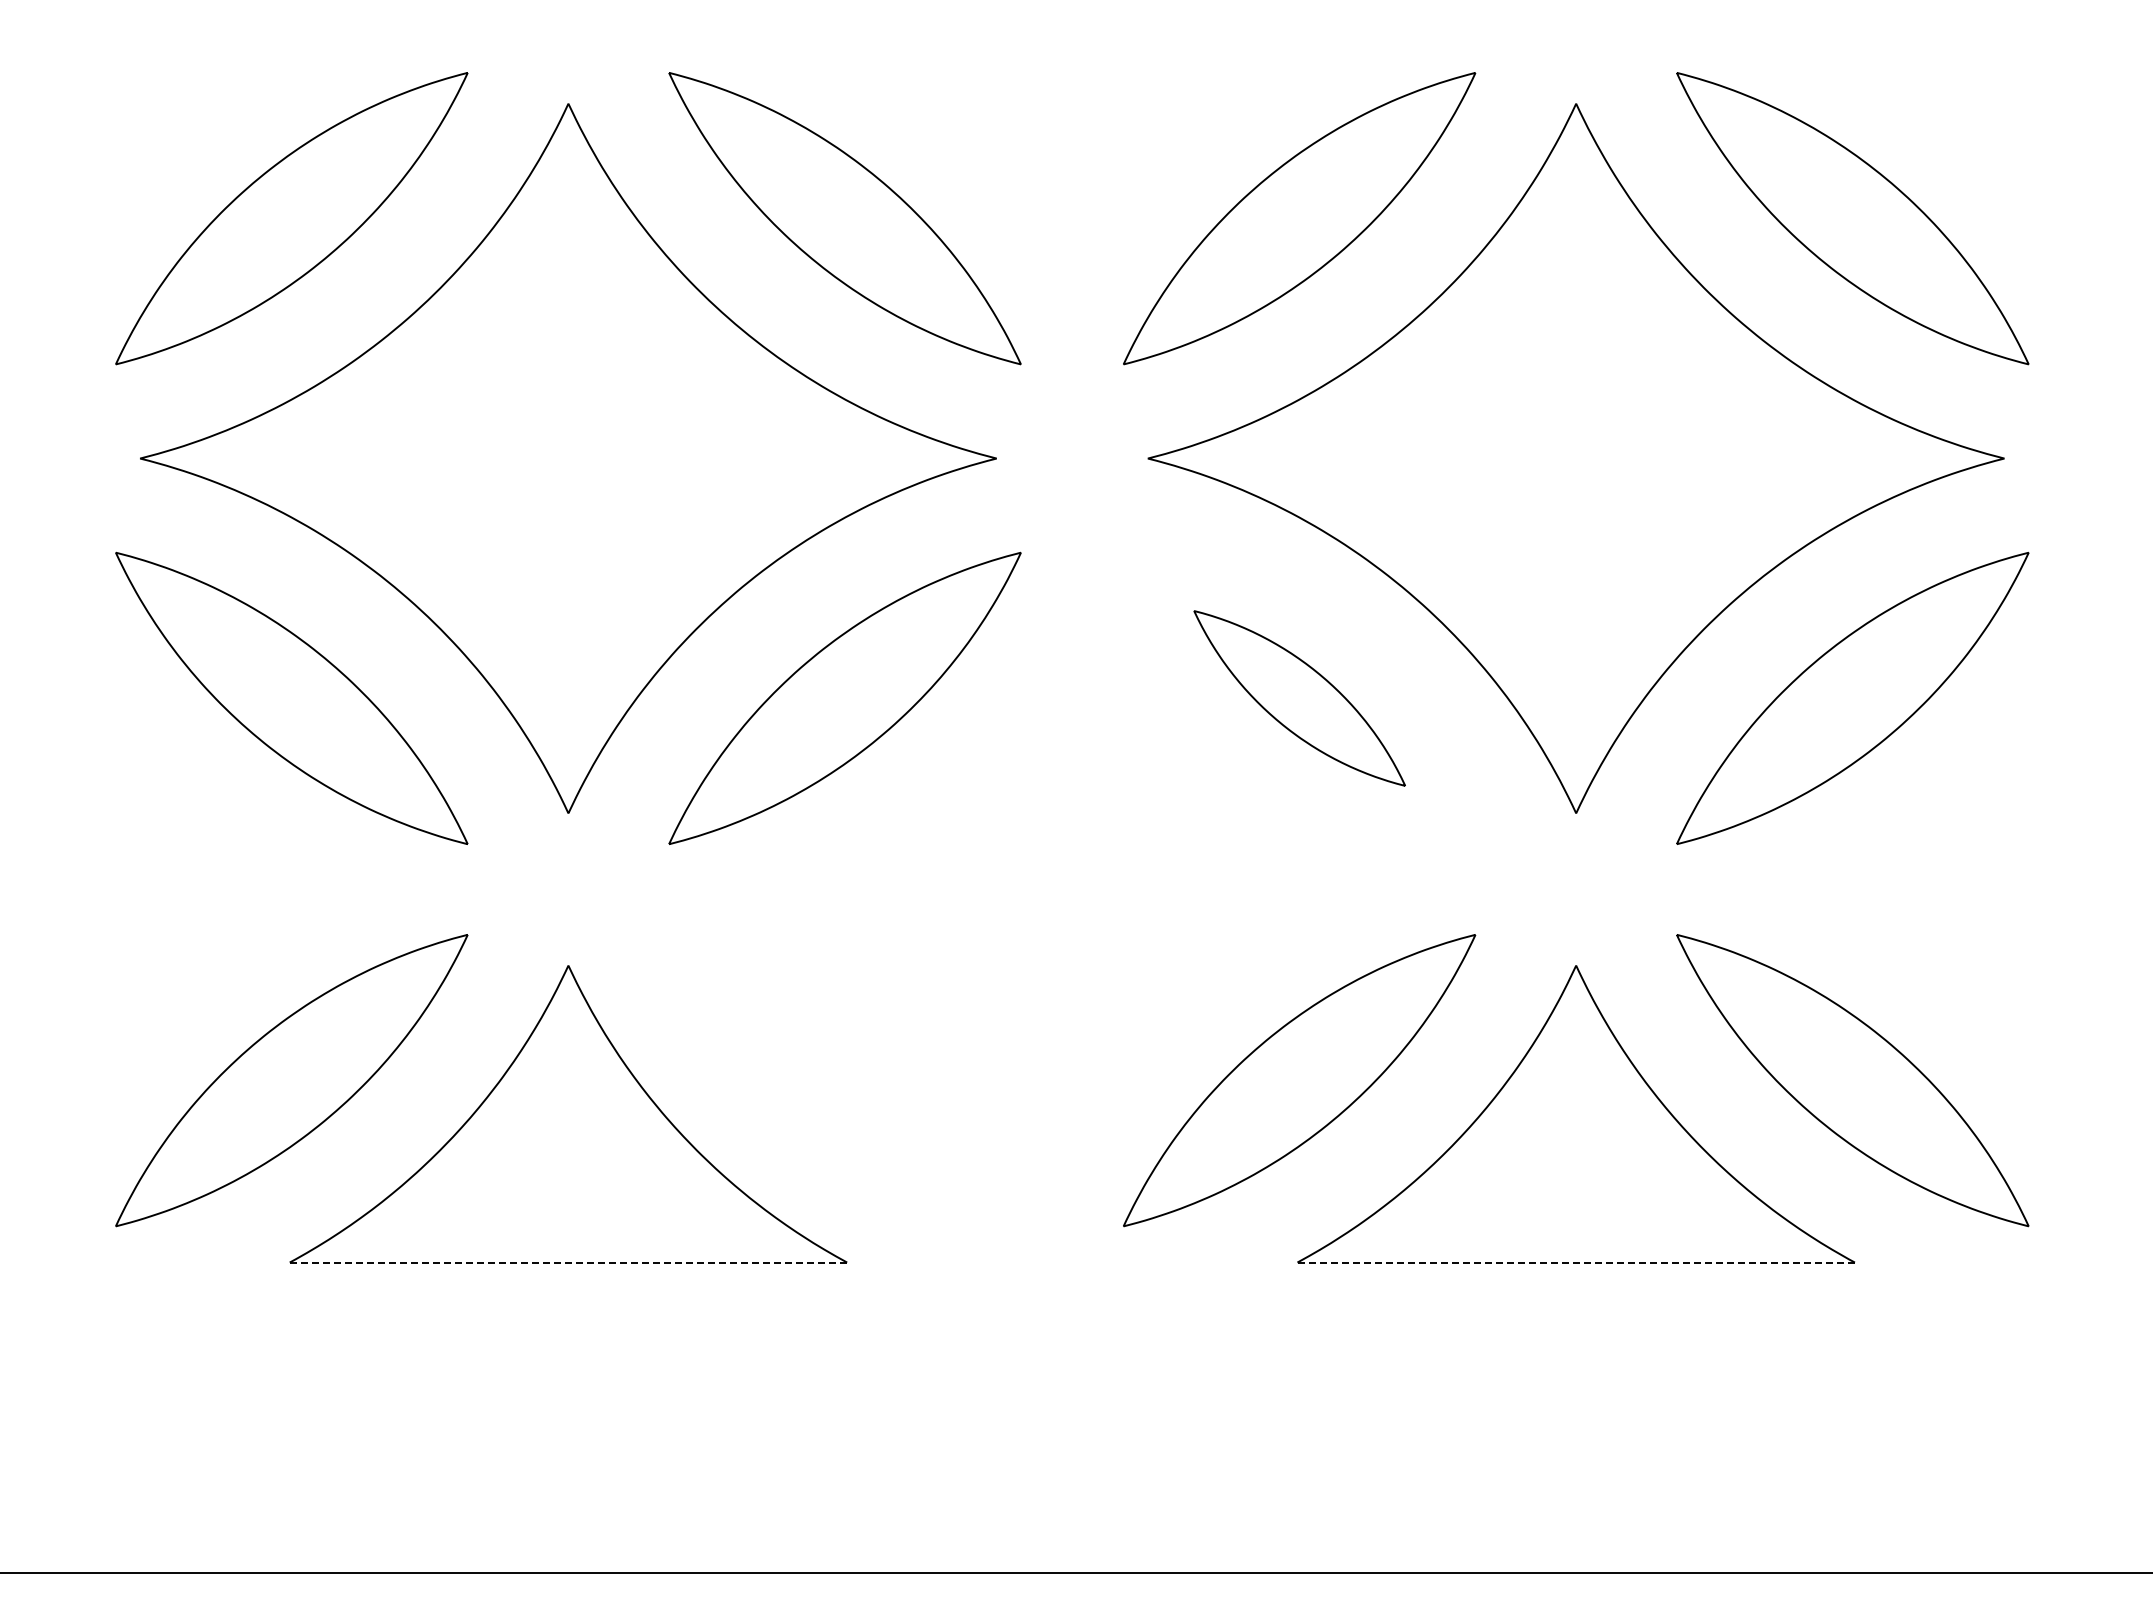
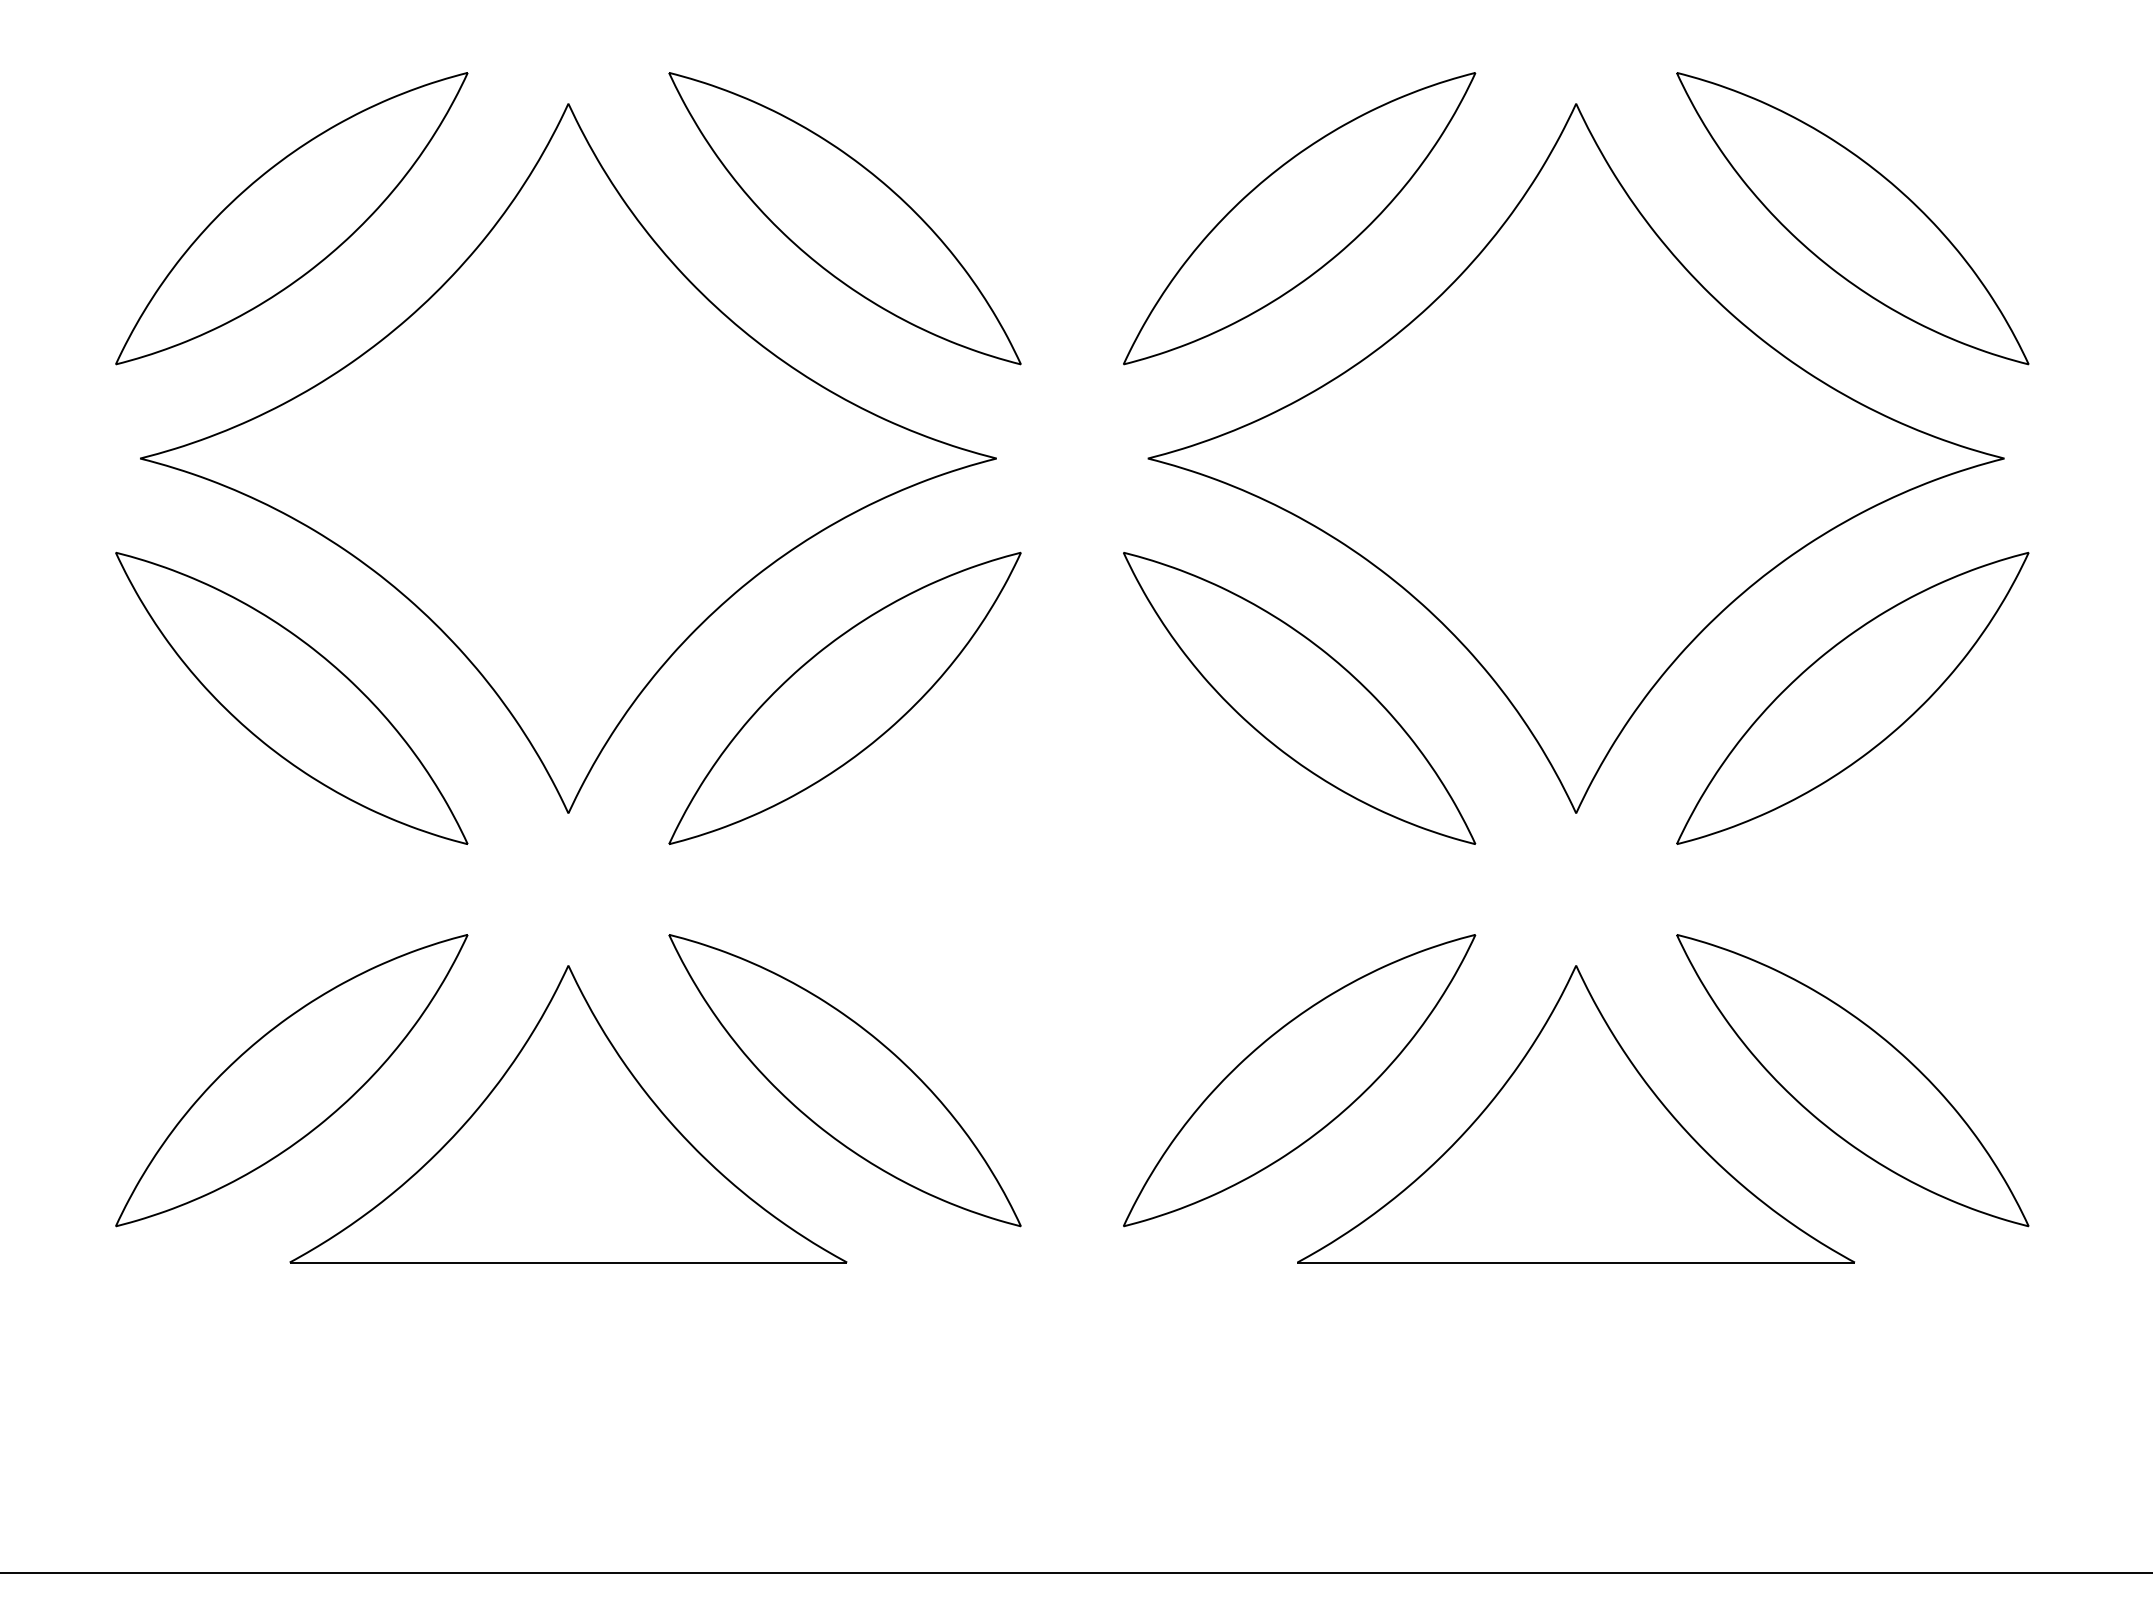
part at (1299, 698) size: 213x177 px -> 354x293 px
part at (844, 1080): none -> present
line at (568, 1262): dashed -> solid
line at (1576, 1262): dashed -> solid
